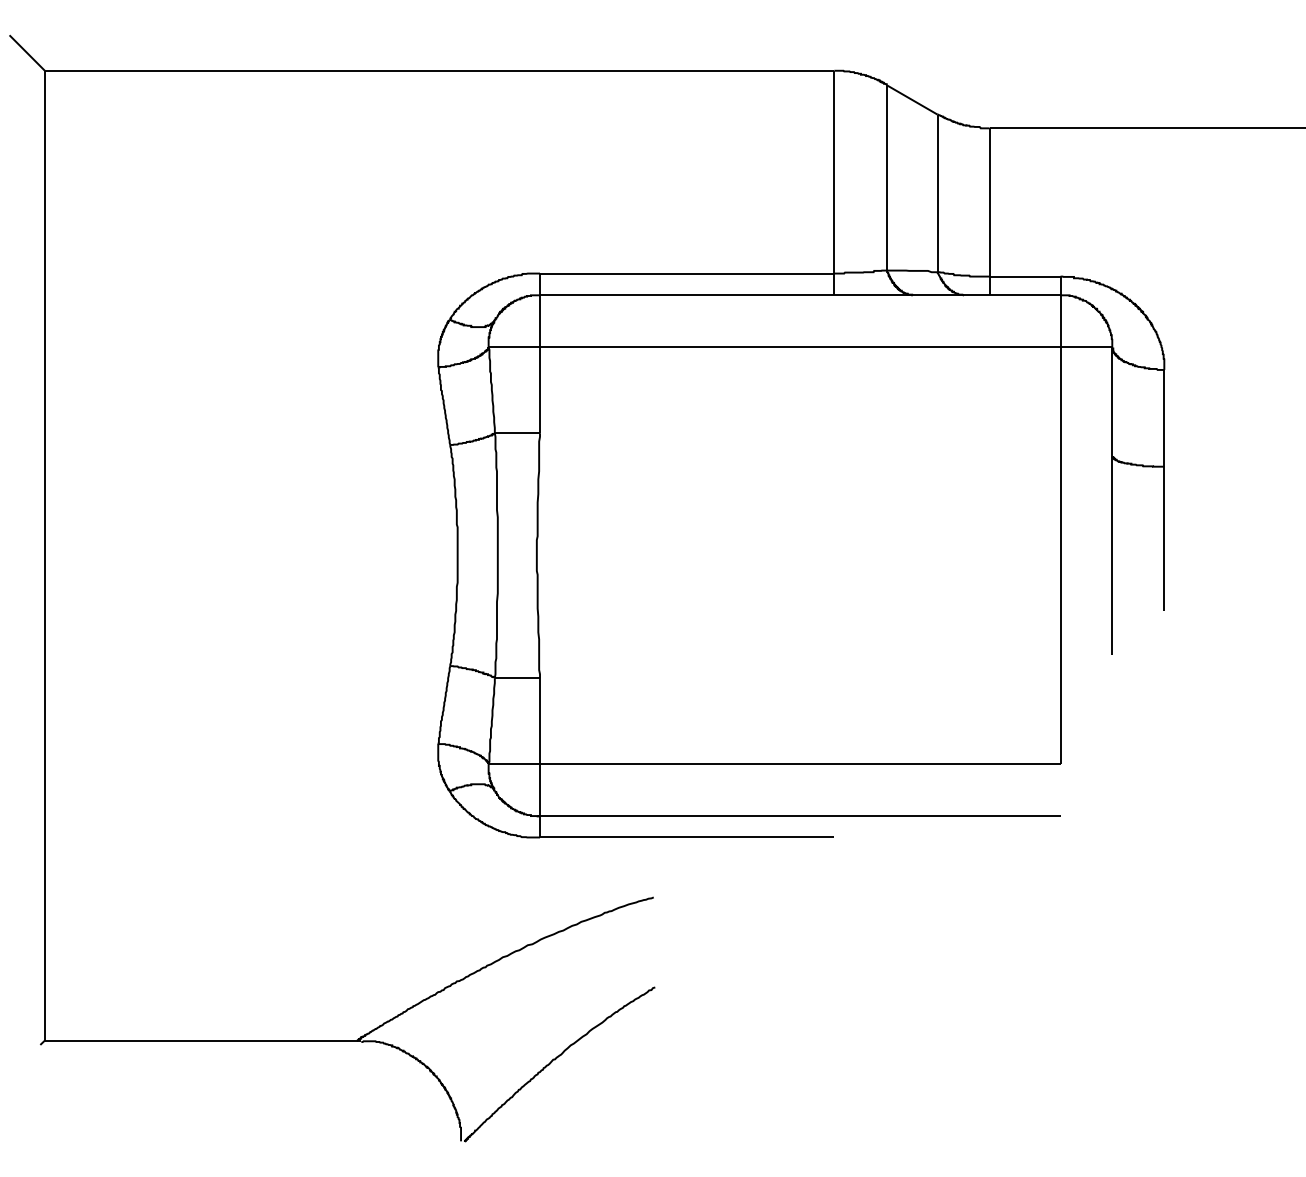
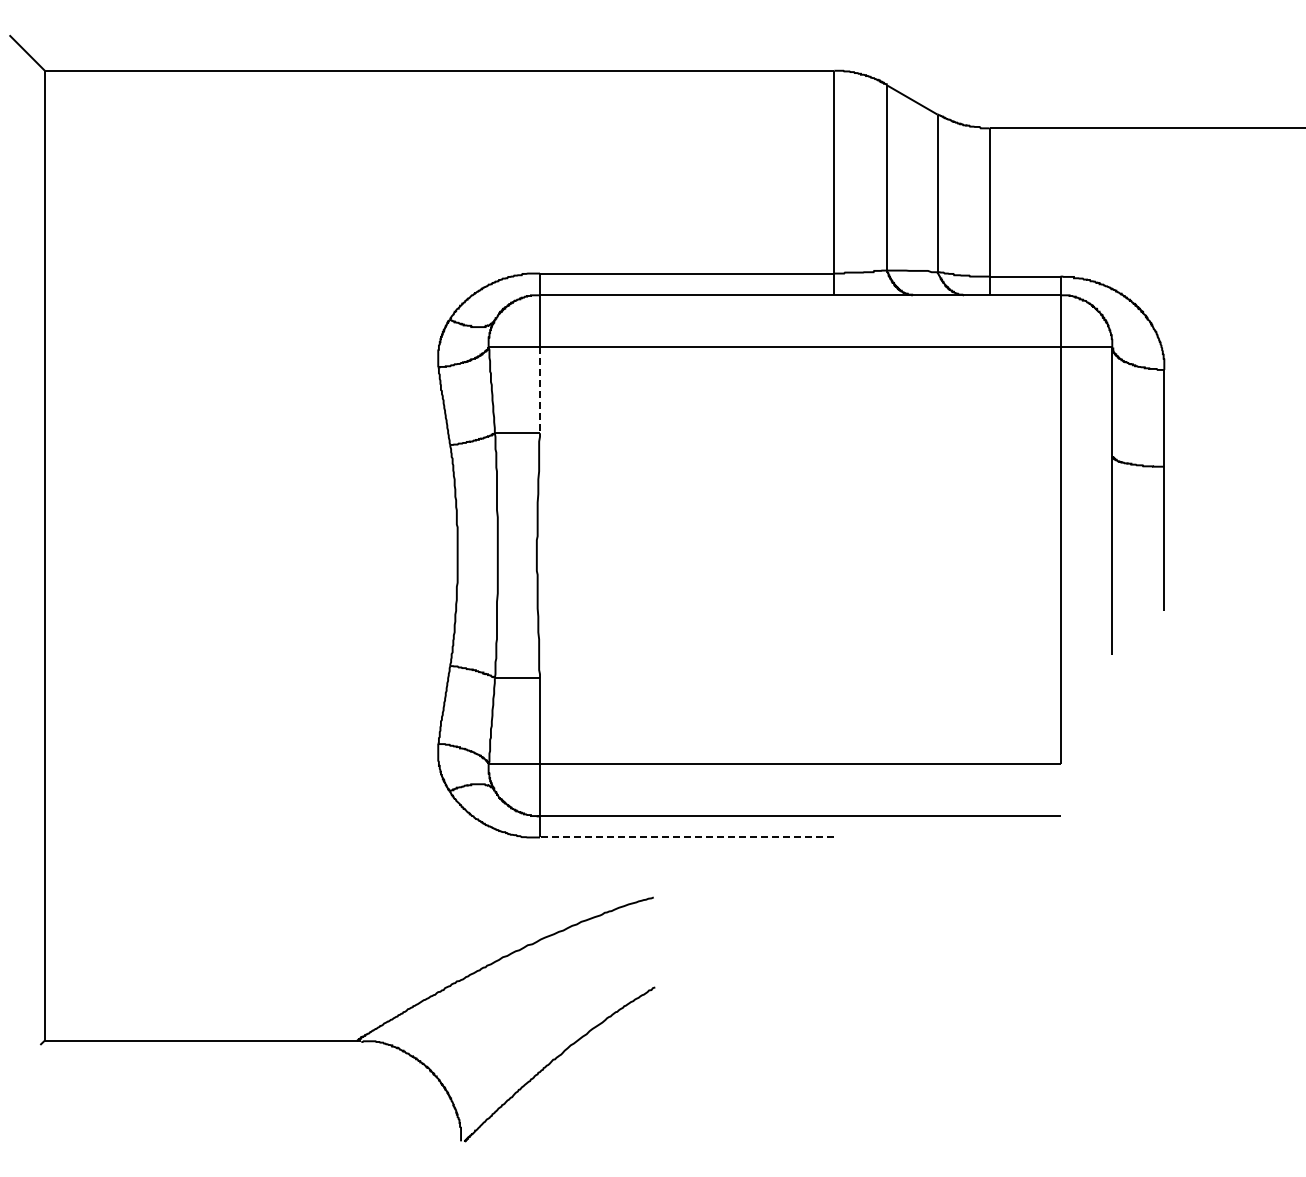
line at (540, 390): solid -> dashed
line at (686, 837): solid -> dashed
